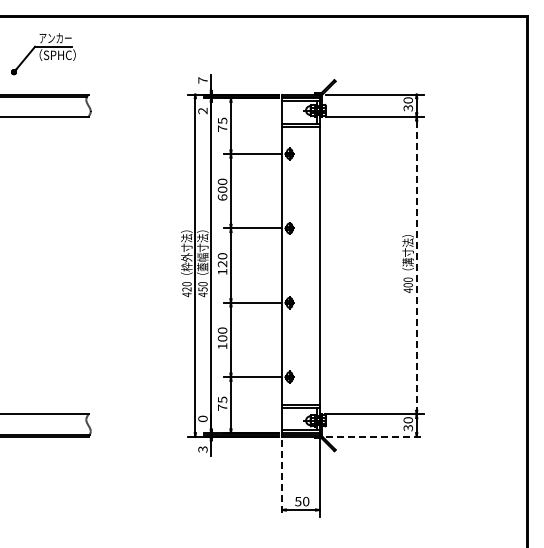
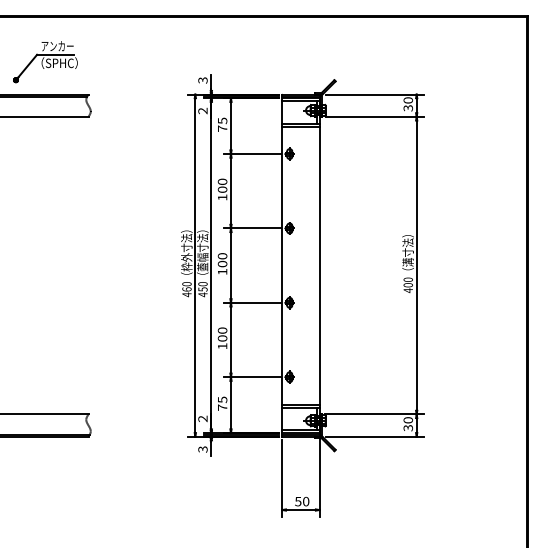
part at (43, 54) position: (43, 54) -> (45, 62)
text at (202, 80): 7 -> 3
text at (222, 197): 600 -> 100
text at (222, 263): 120 -> 100
line at (416, 266): dashed -> solid
text at (186, 289): 420 -> 460
text at (202, 418): 0 -> 2
line at (375, 436): dashed -> solid
line at (282, 478): dashed -> solid
